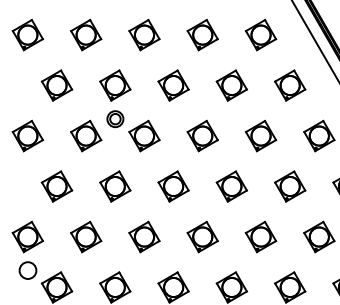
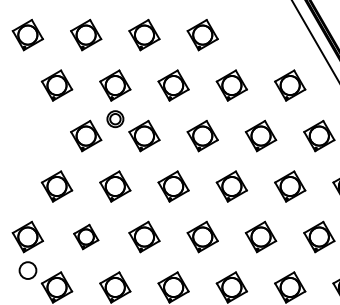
part at (260, 34): present -> none
part at (27, 135): present -> none
part at (86, 236) size: 33x34 px -> 27x28 px
